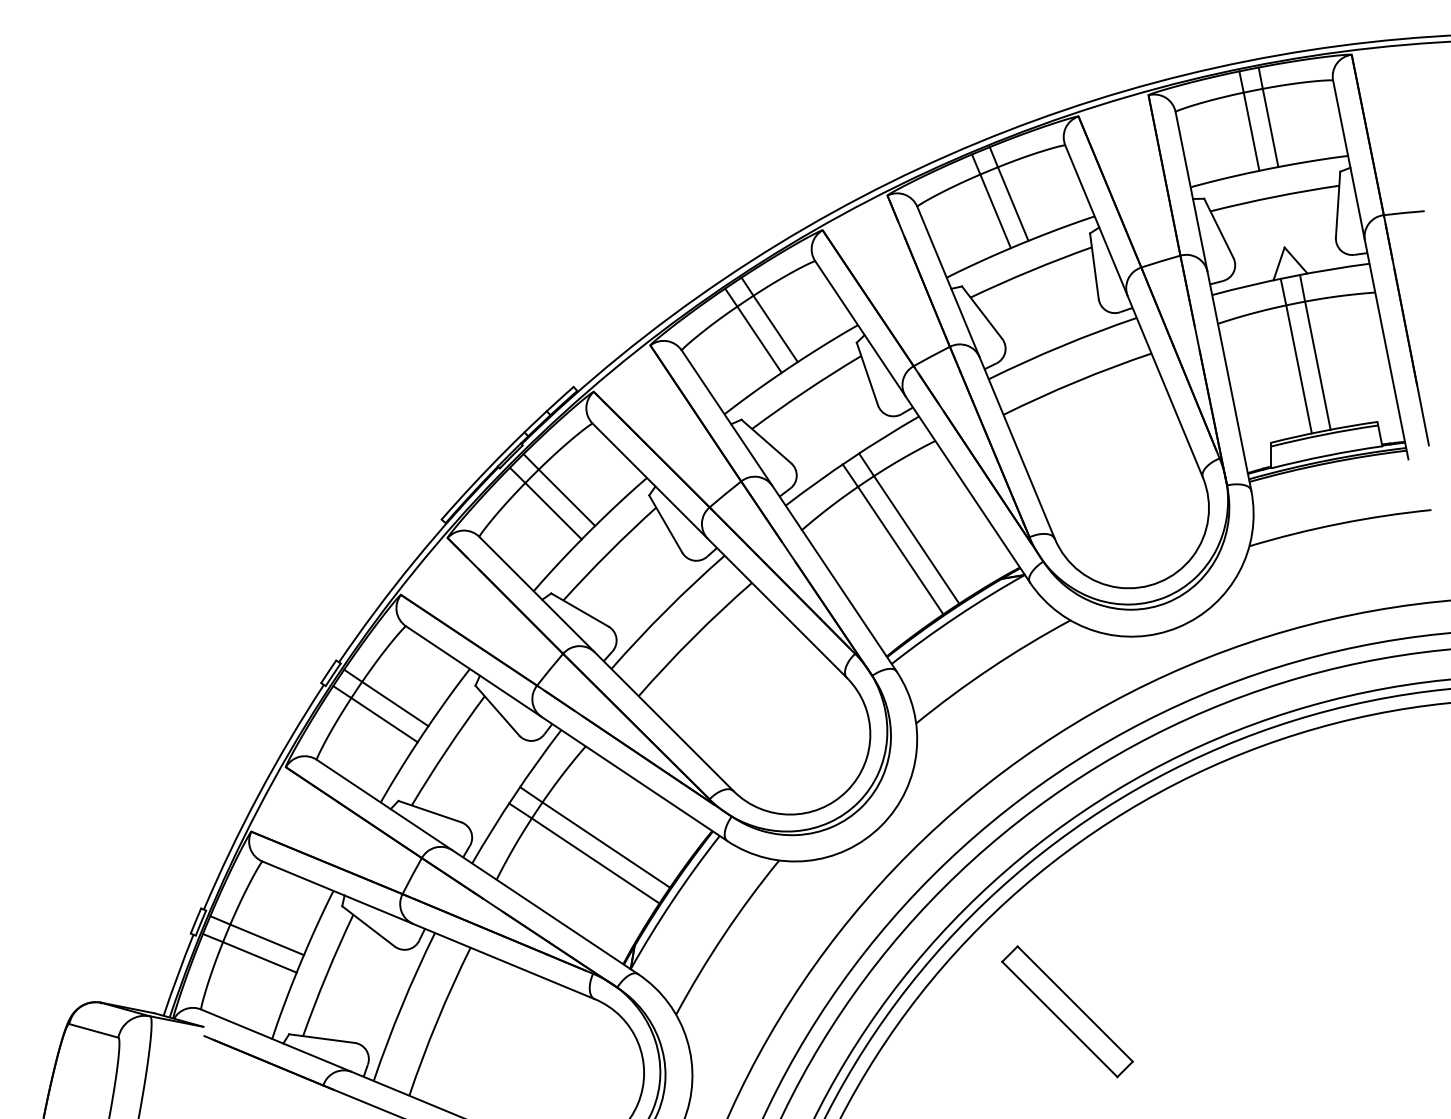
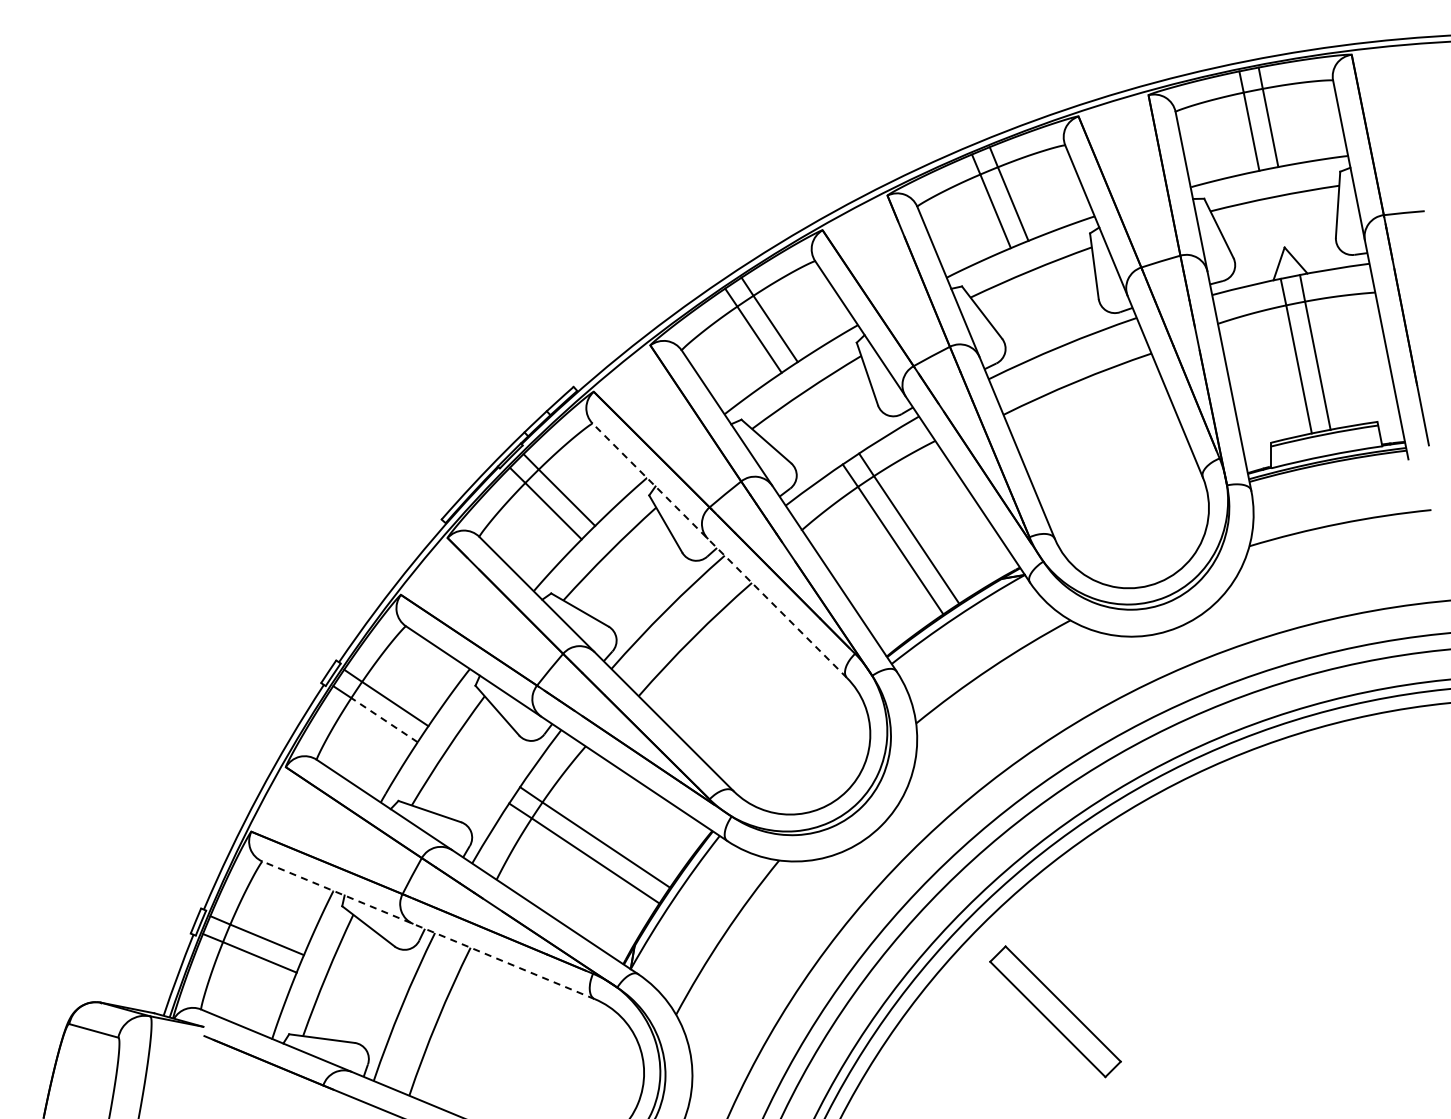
line at (719, 550): solid -> dashed
line at (384, 720): solid -> dashed
line at (428, 930): solid -> dashed
part at (1067, 1011) position: (1067, 1011) -> (1055, 1011)
